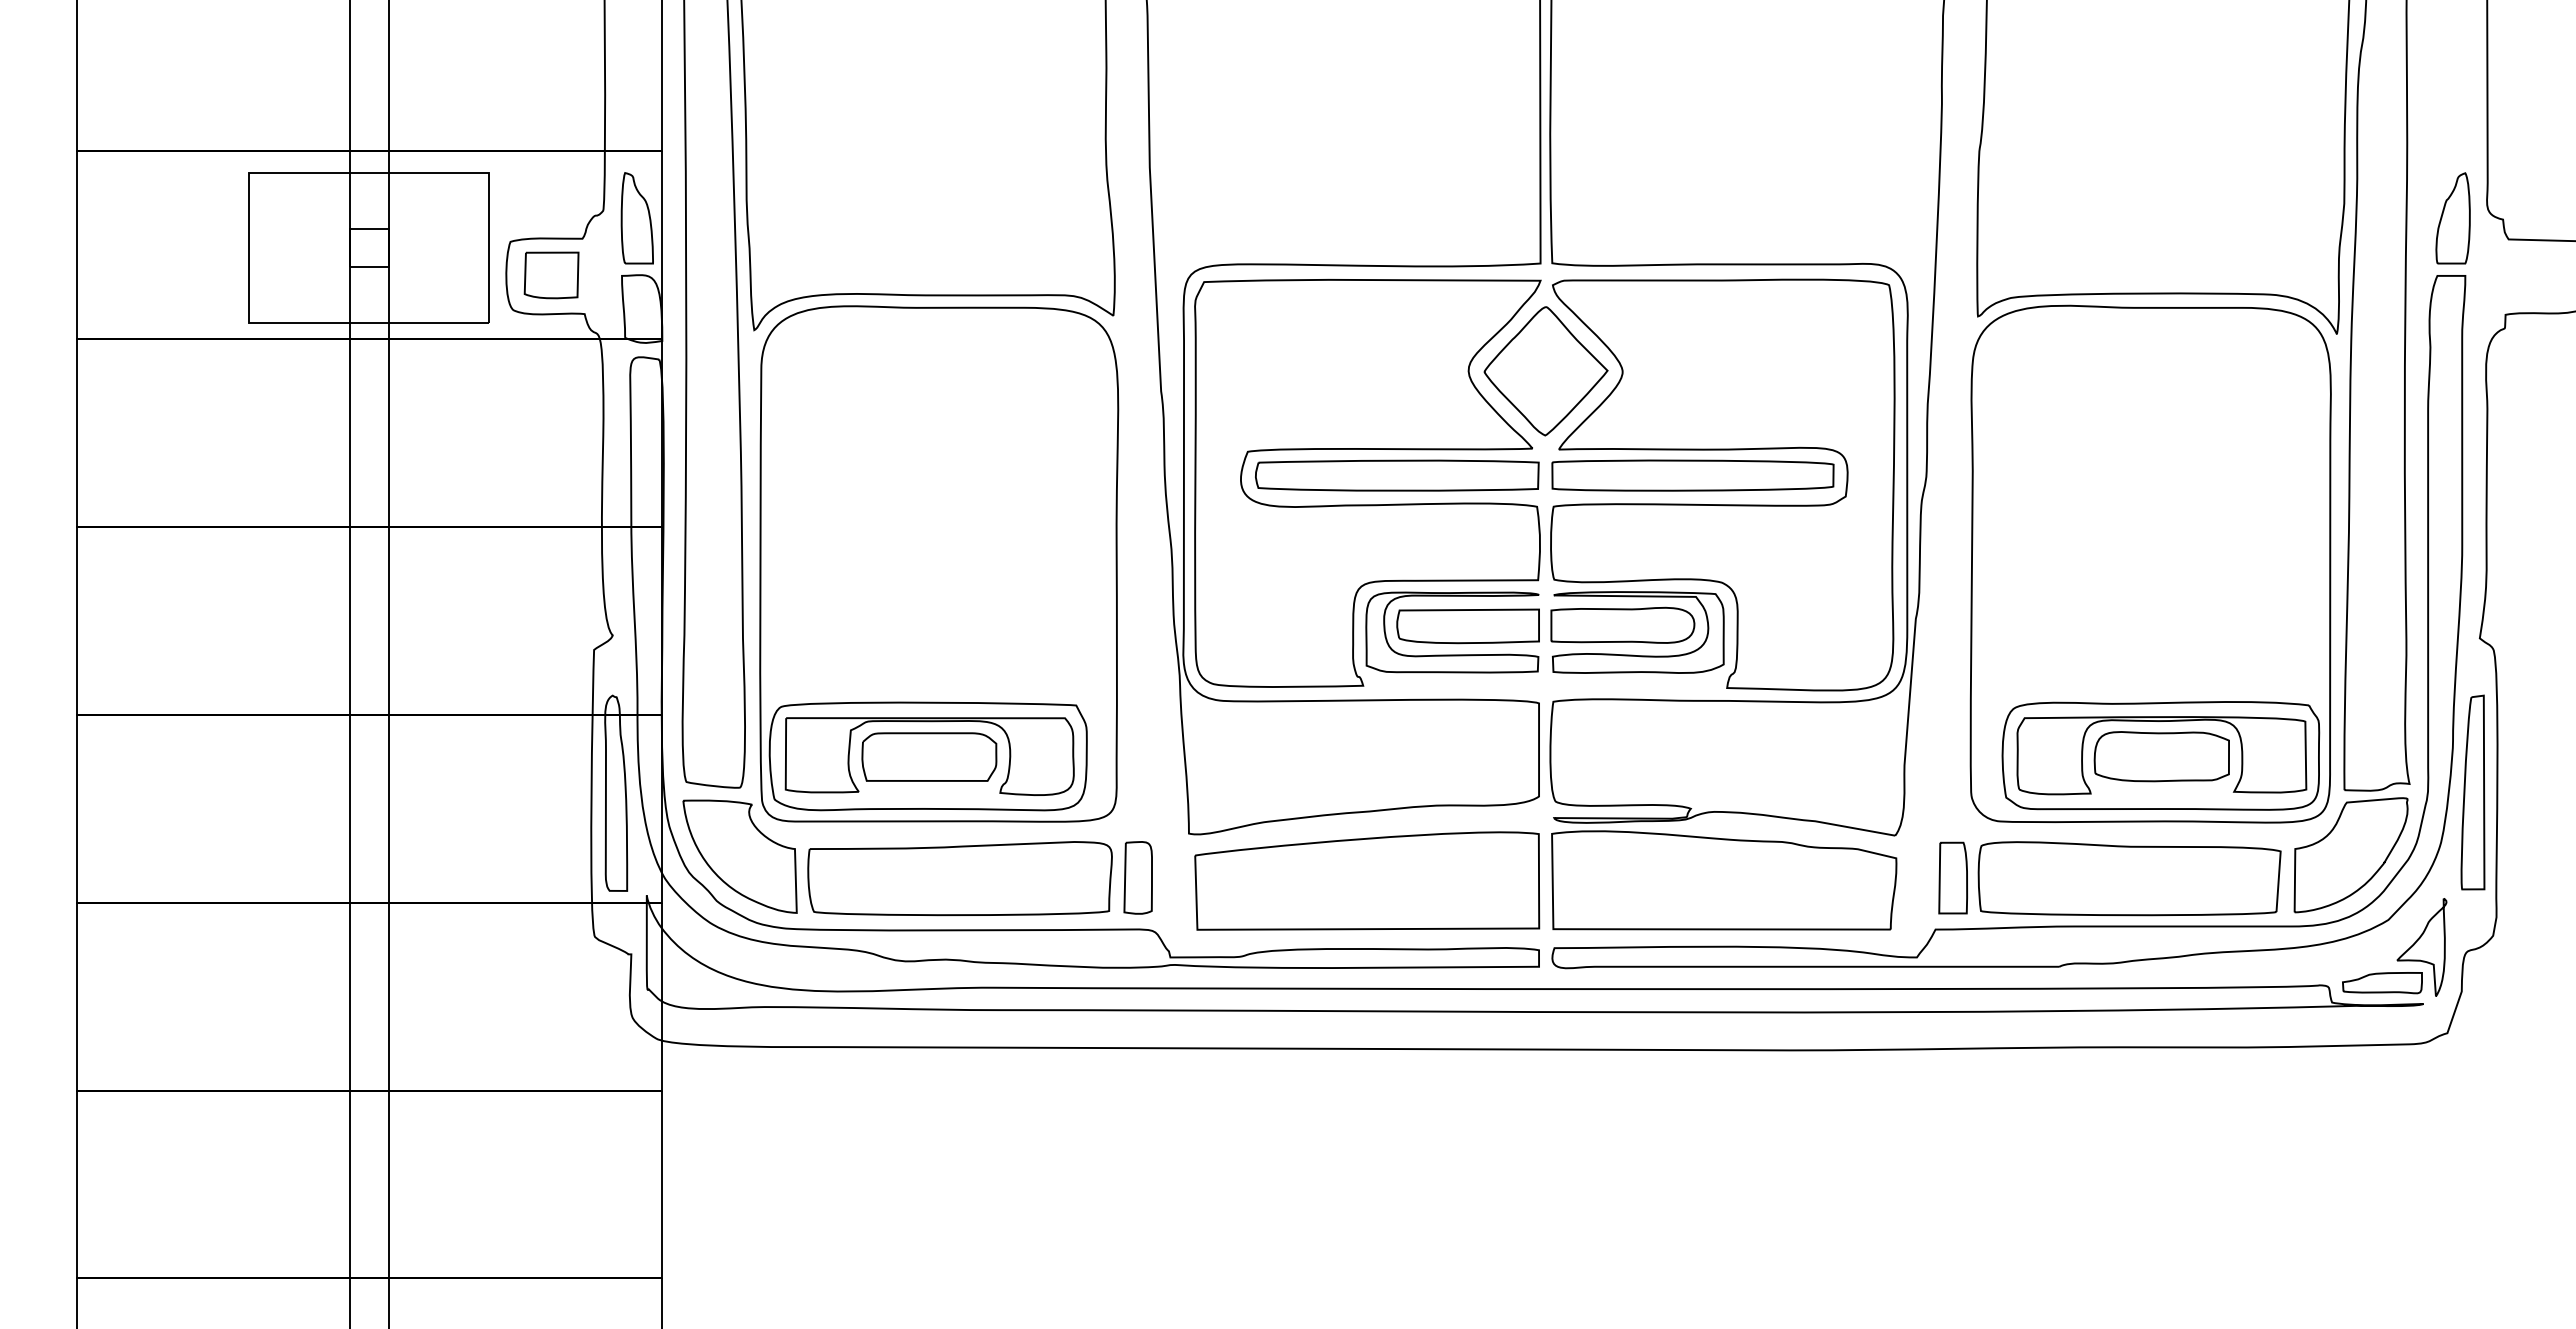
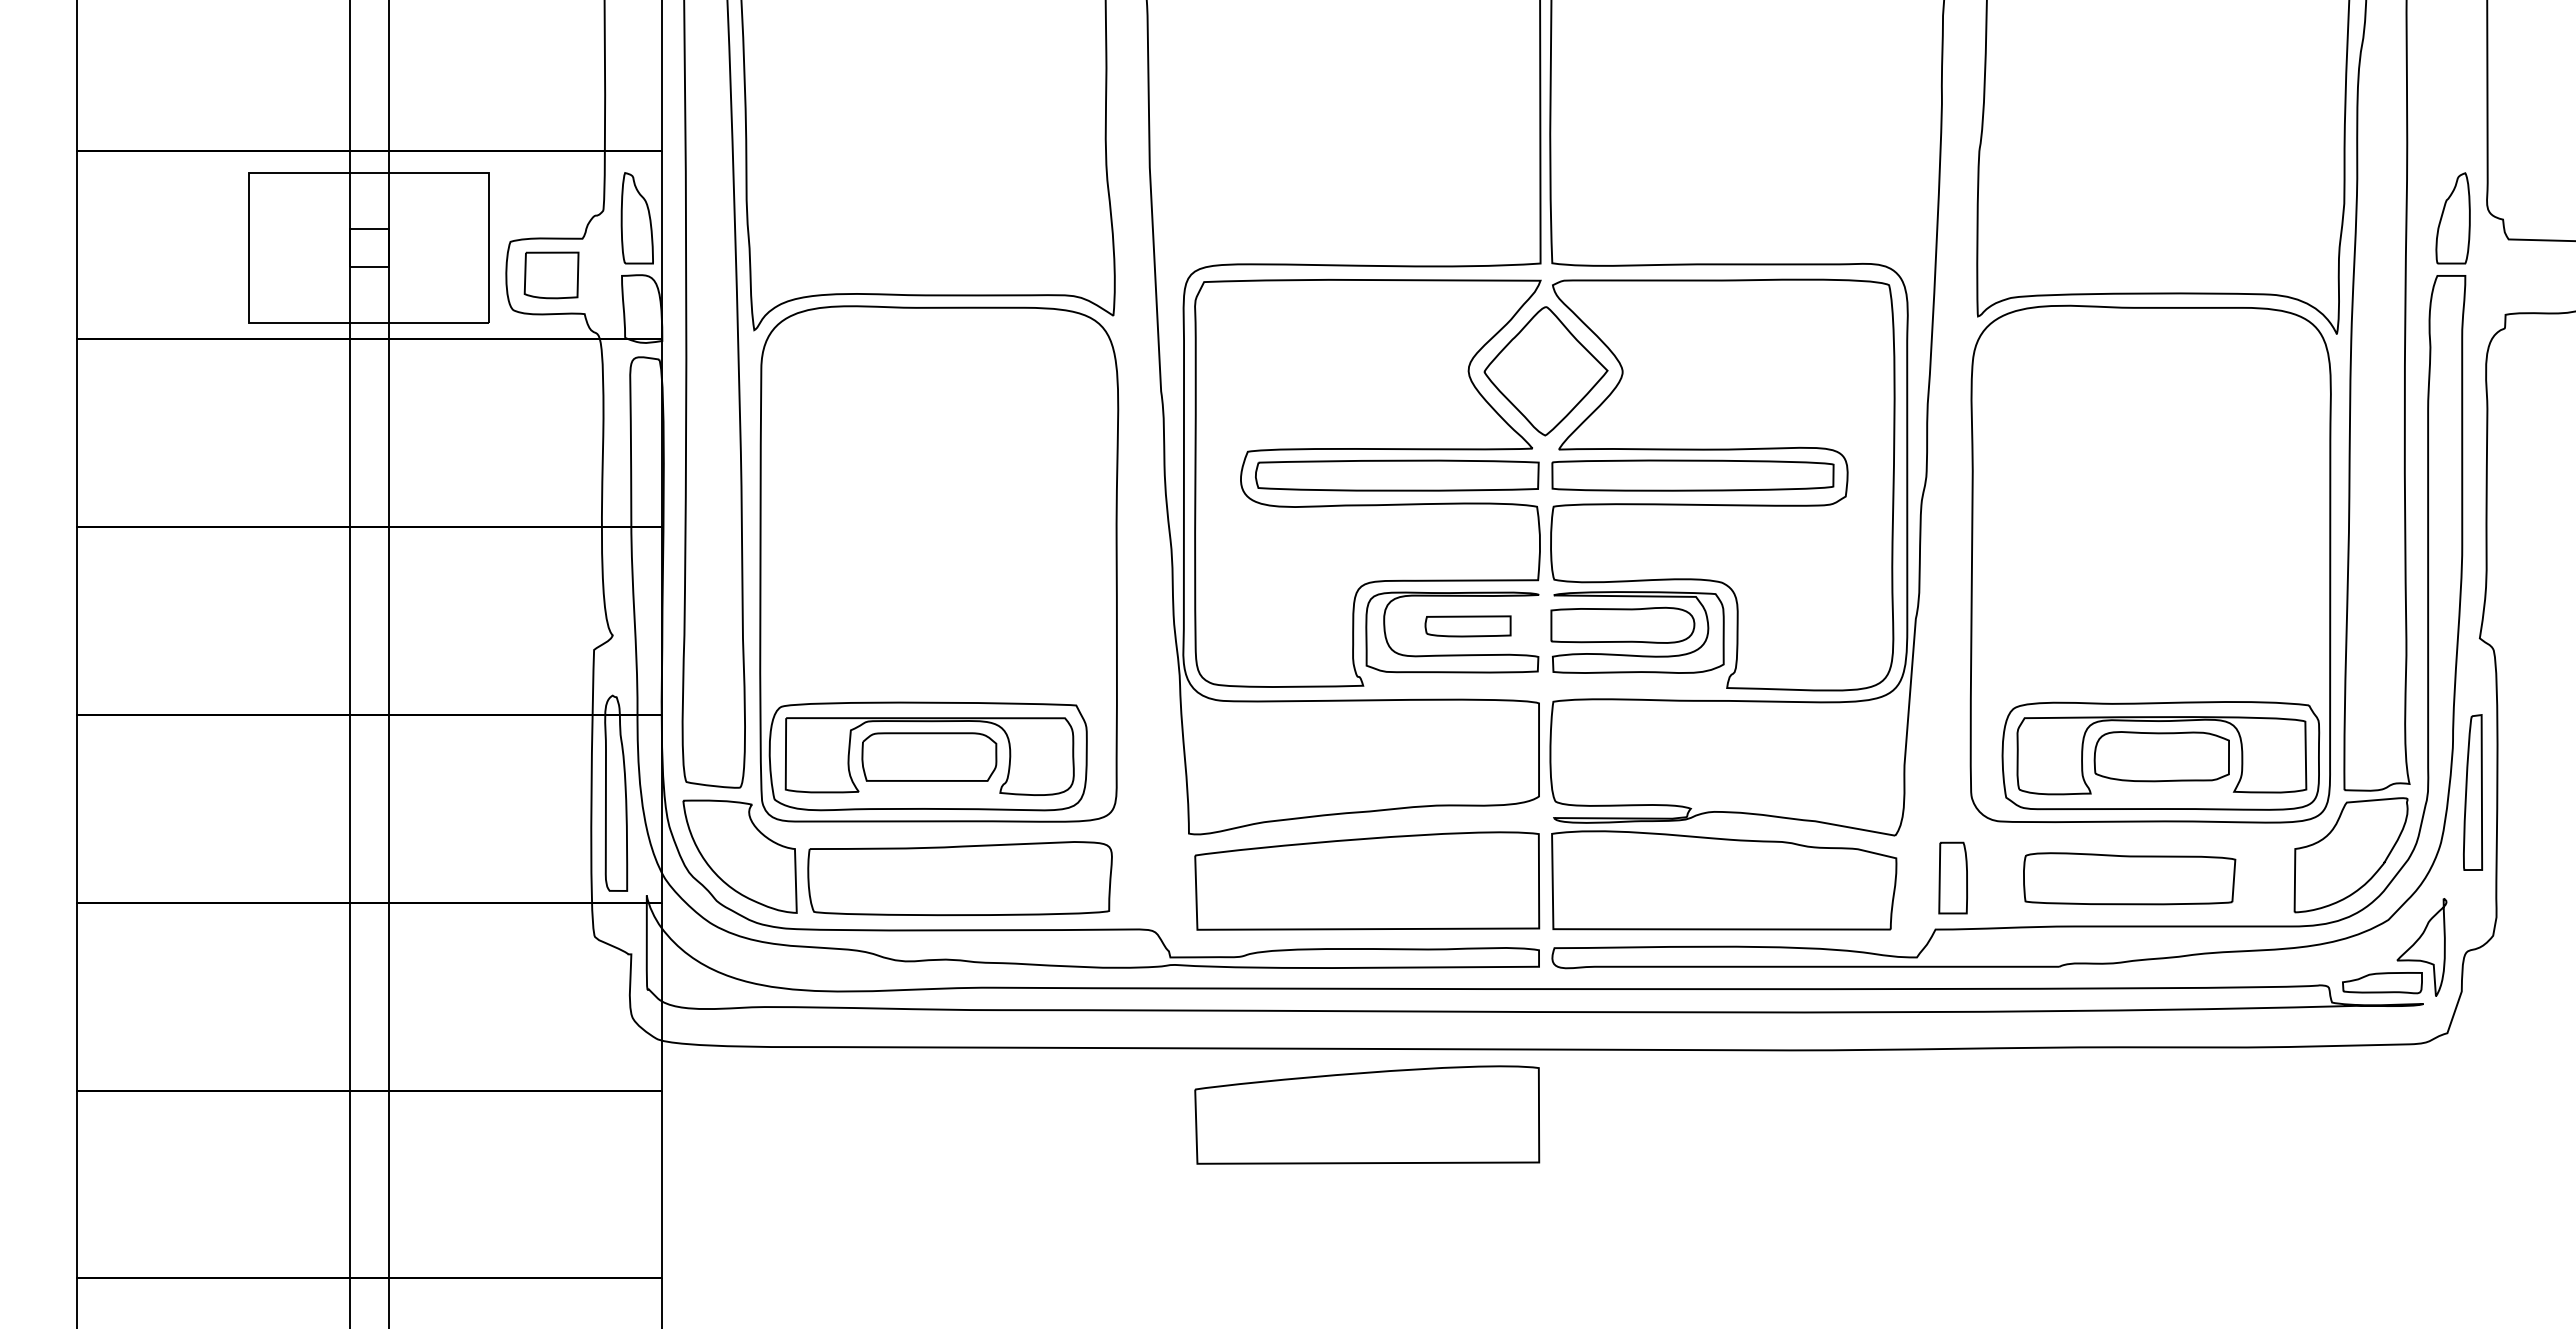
part at (1467, 626) size: 144x37 px -> 88x23 px
part at (2472, 792) size: 26x197 px -> 20x157 px
part at (1137, 877): present -> none
part at (2129, 878) size: 305x76 px -> 214x54 px
part at (1367, 1114): none -> present
